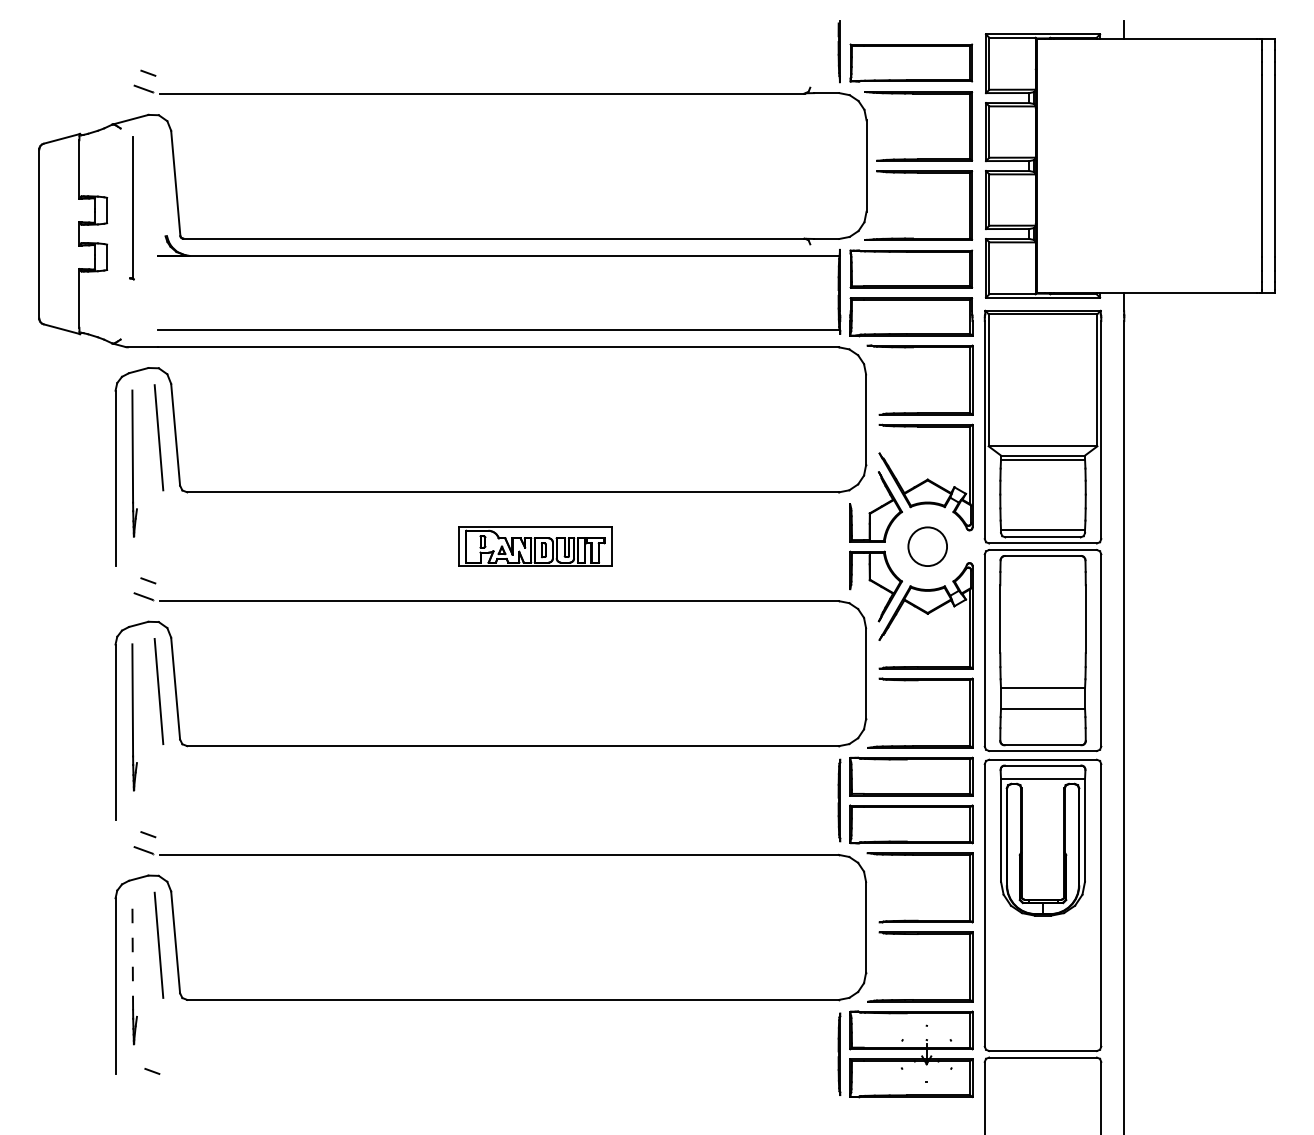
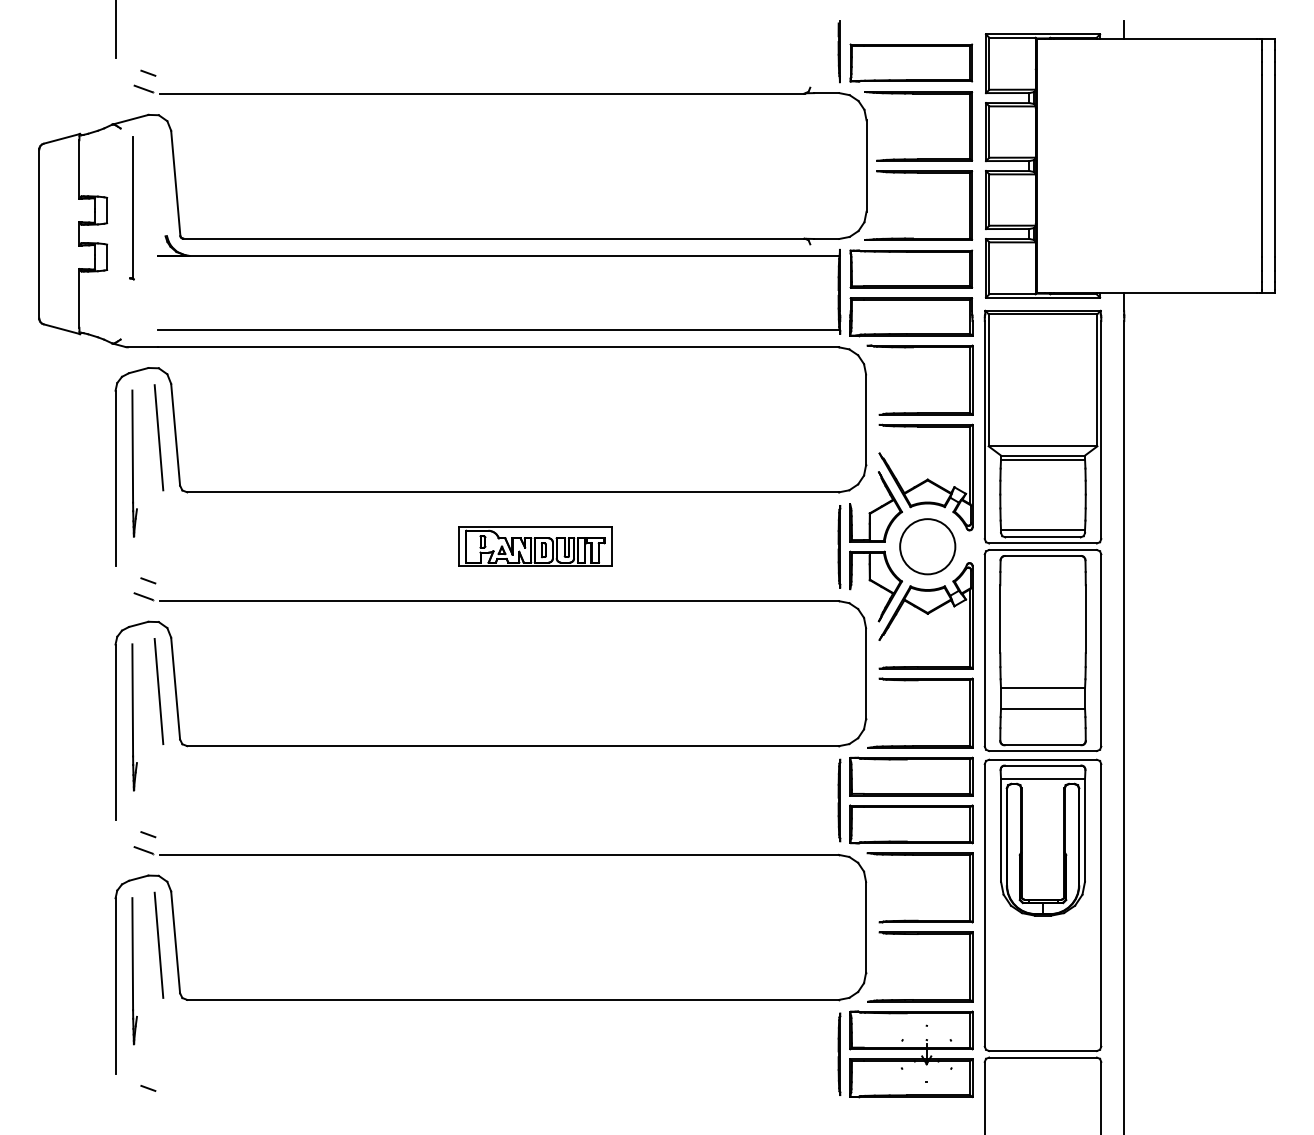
line at (115, 30): none -> present
line at (839, 546): none -> present
circle at (927, 546) diameter: 39 px -> 55 px
line at (132, 953): dashed -> solid
line at (152, 1071) position: (152, 1071) -> (148, 1088)
